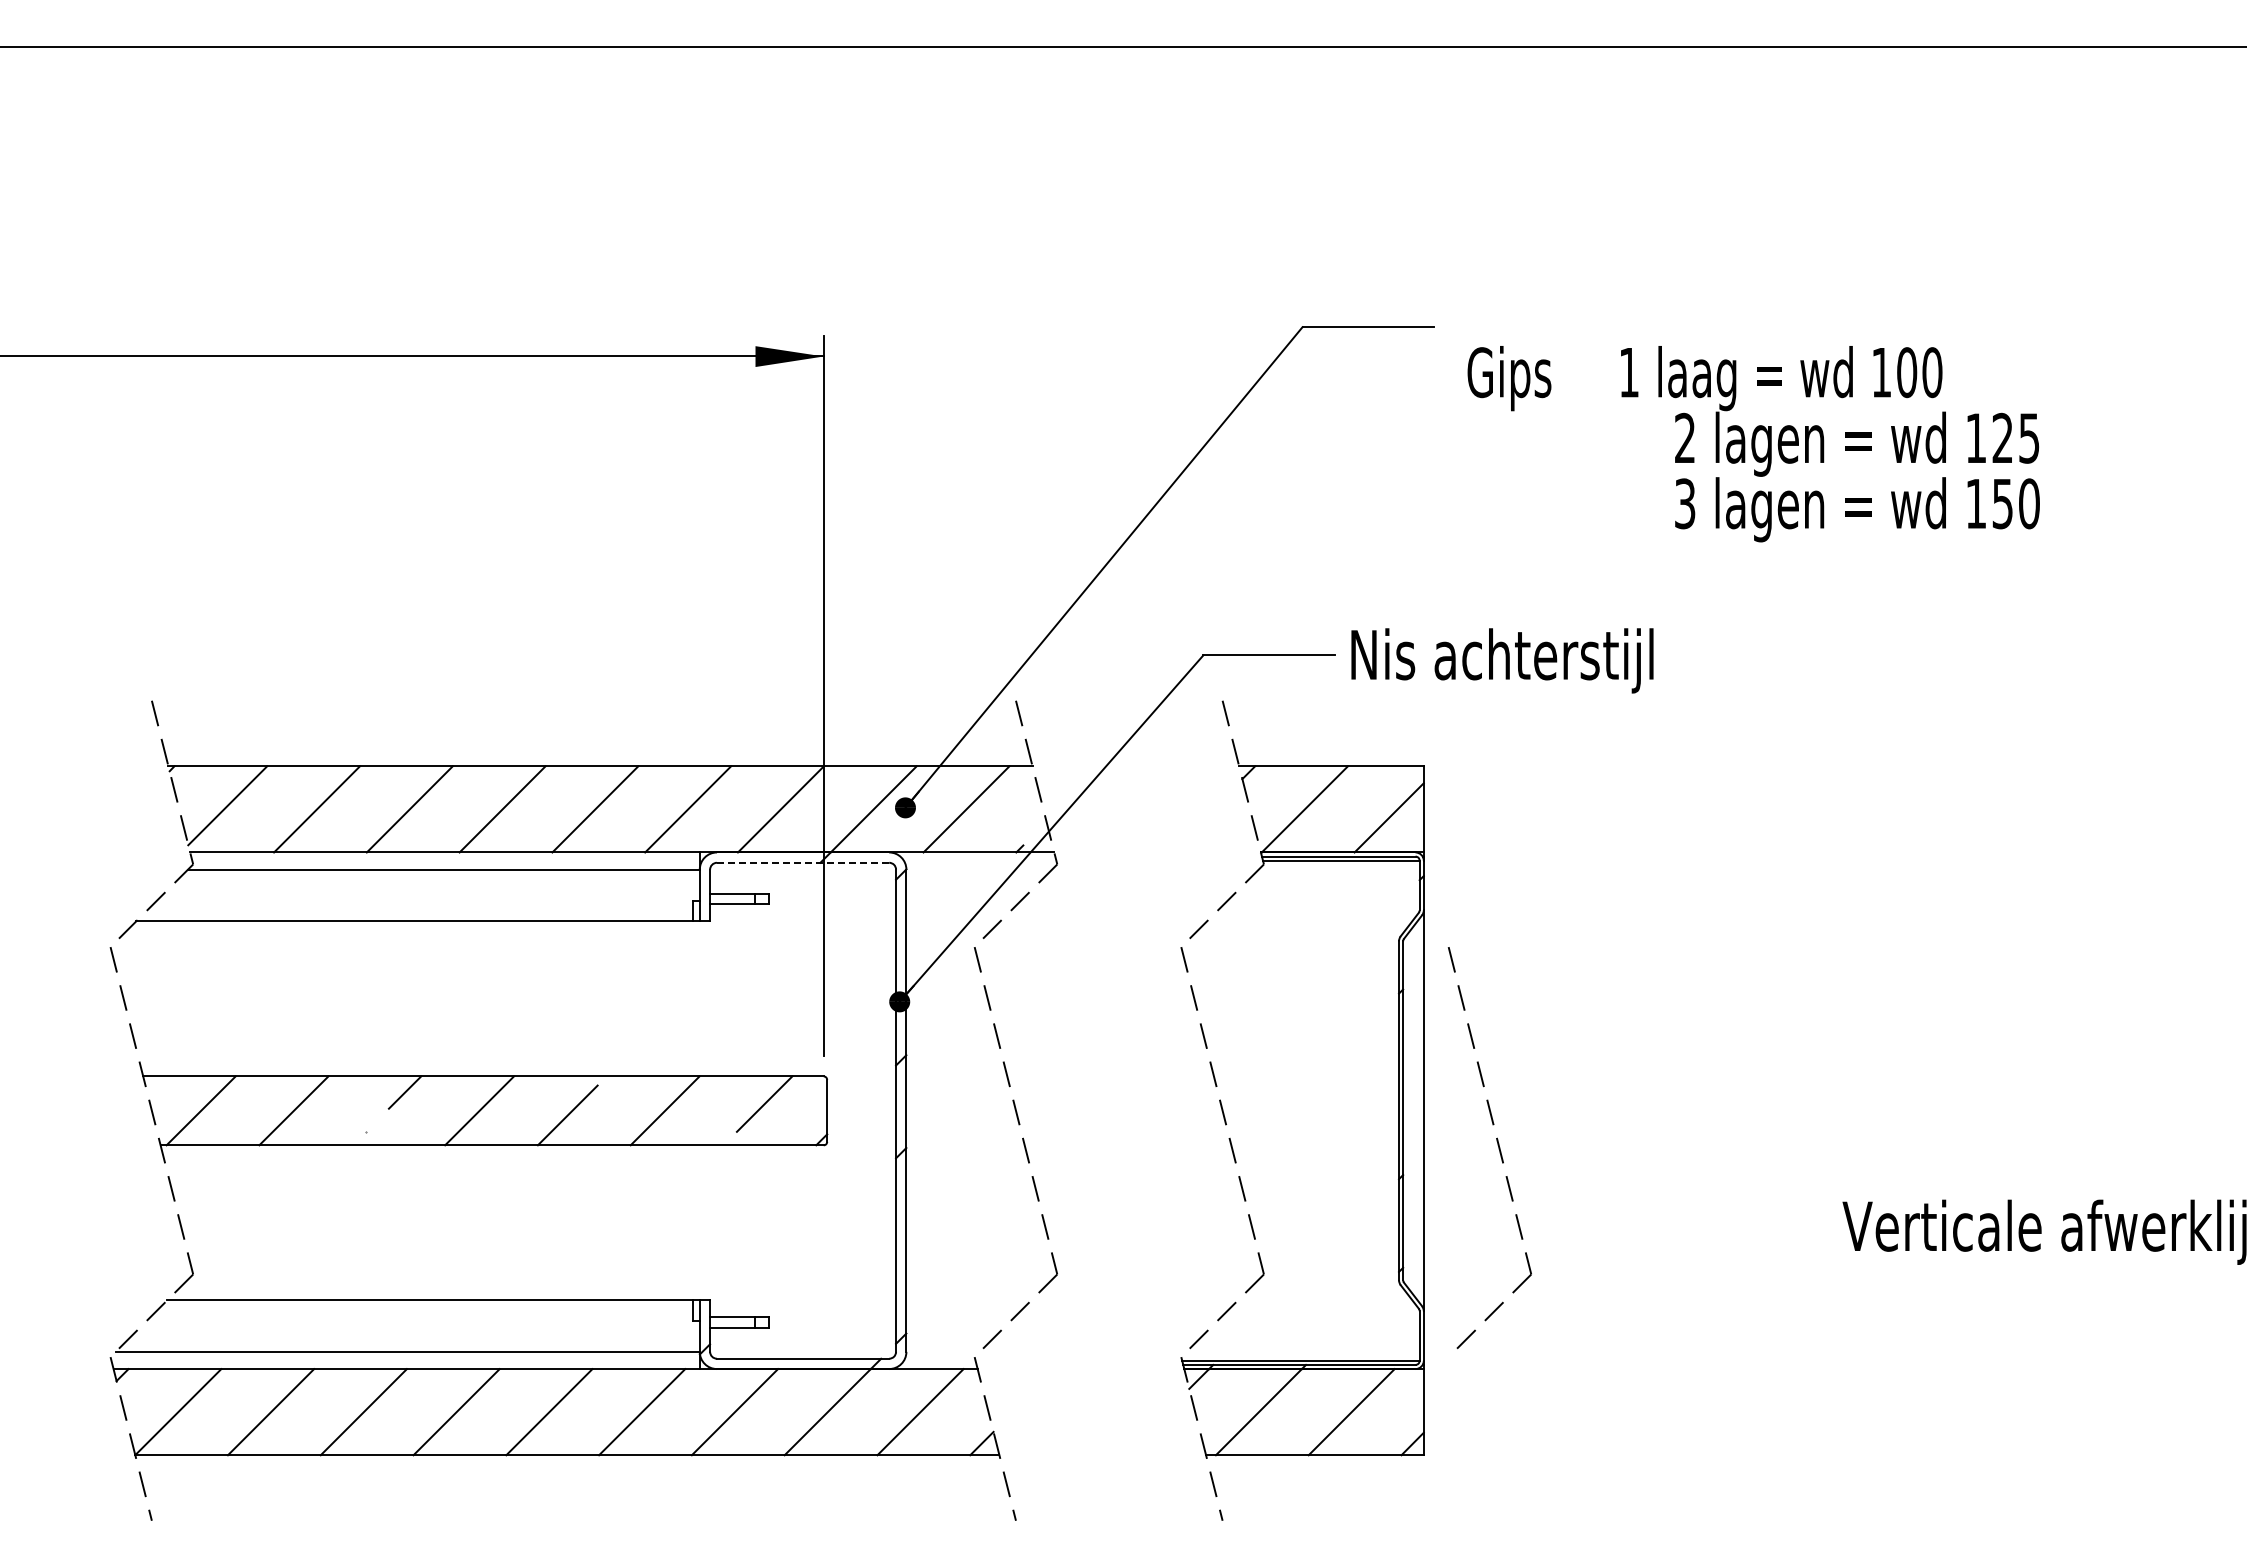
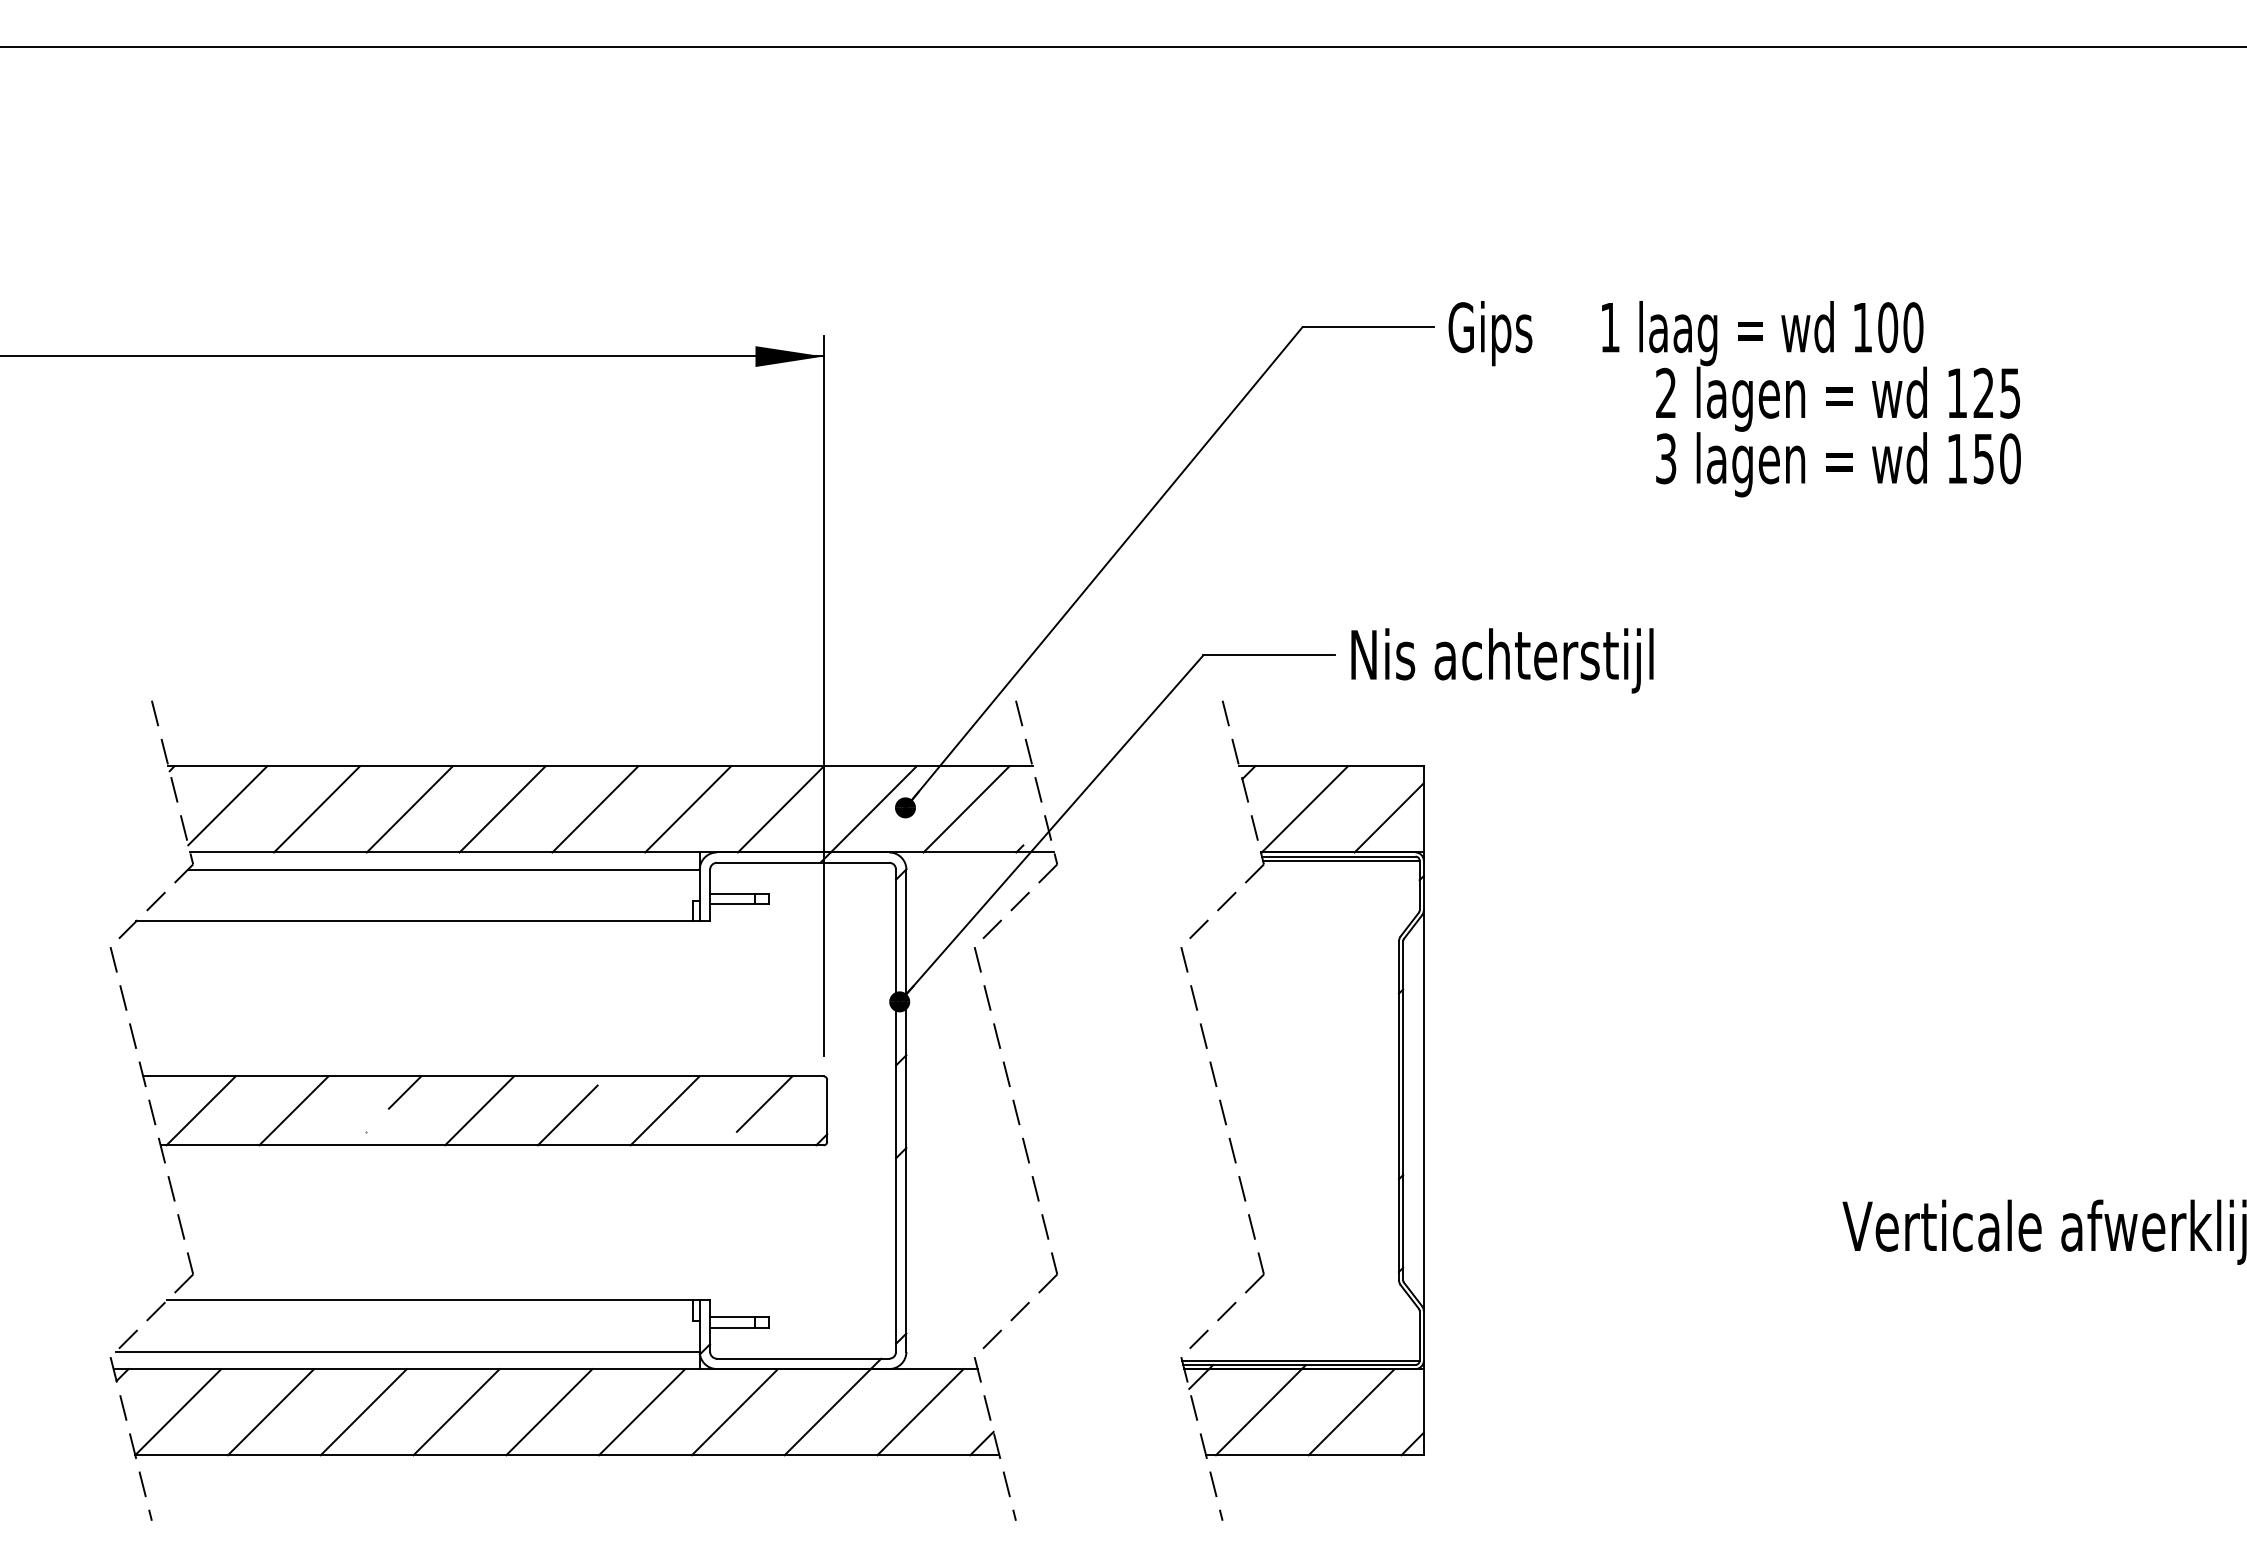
text at (1753, 444) position: (1753, 444) -> (1734, 399)
line at (803, 862): dashed -> solid
part at (1497, 1145): present -> none
